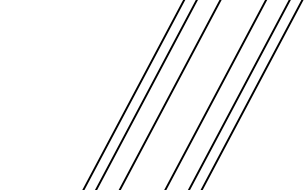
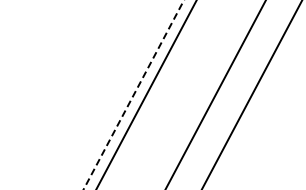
line at (170, 94): present -> none
line at (239, 94): present -> none
line at (133, 95): solid -> dashed
